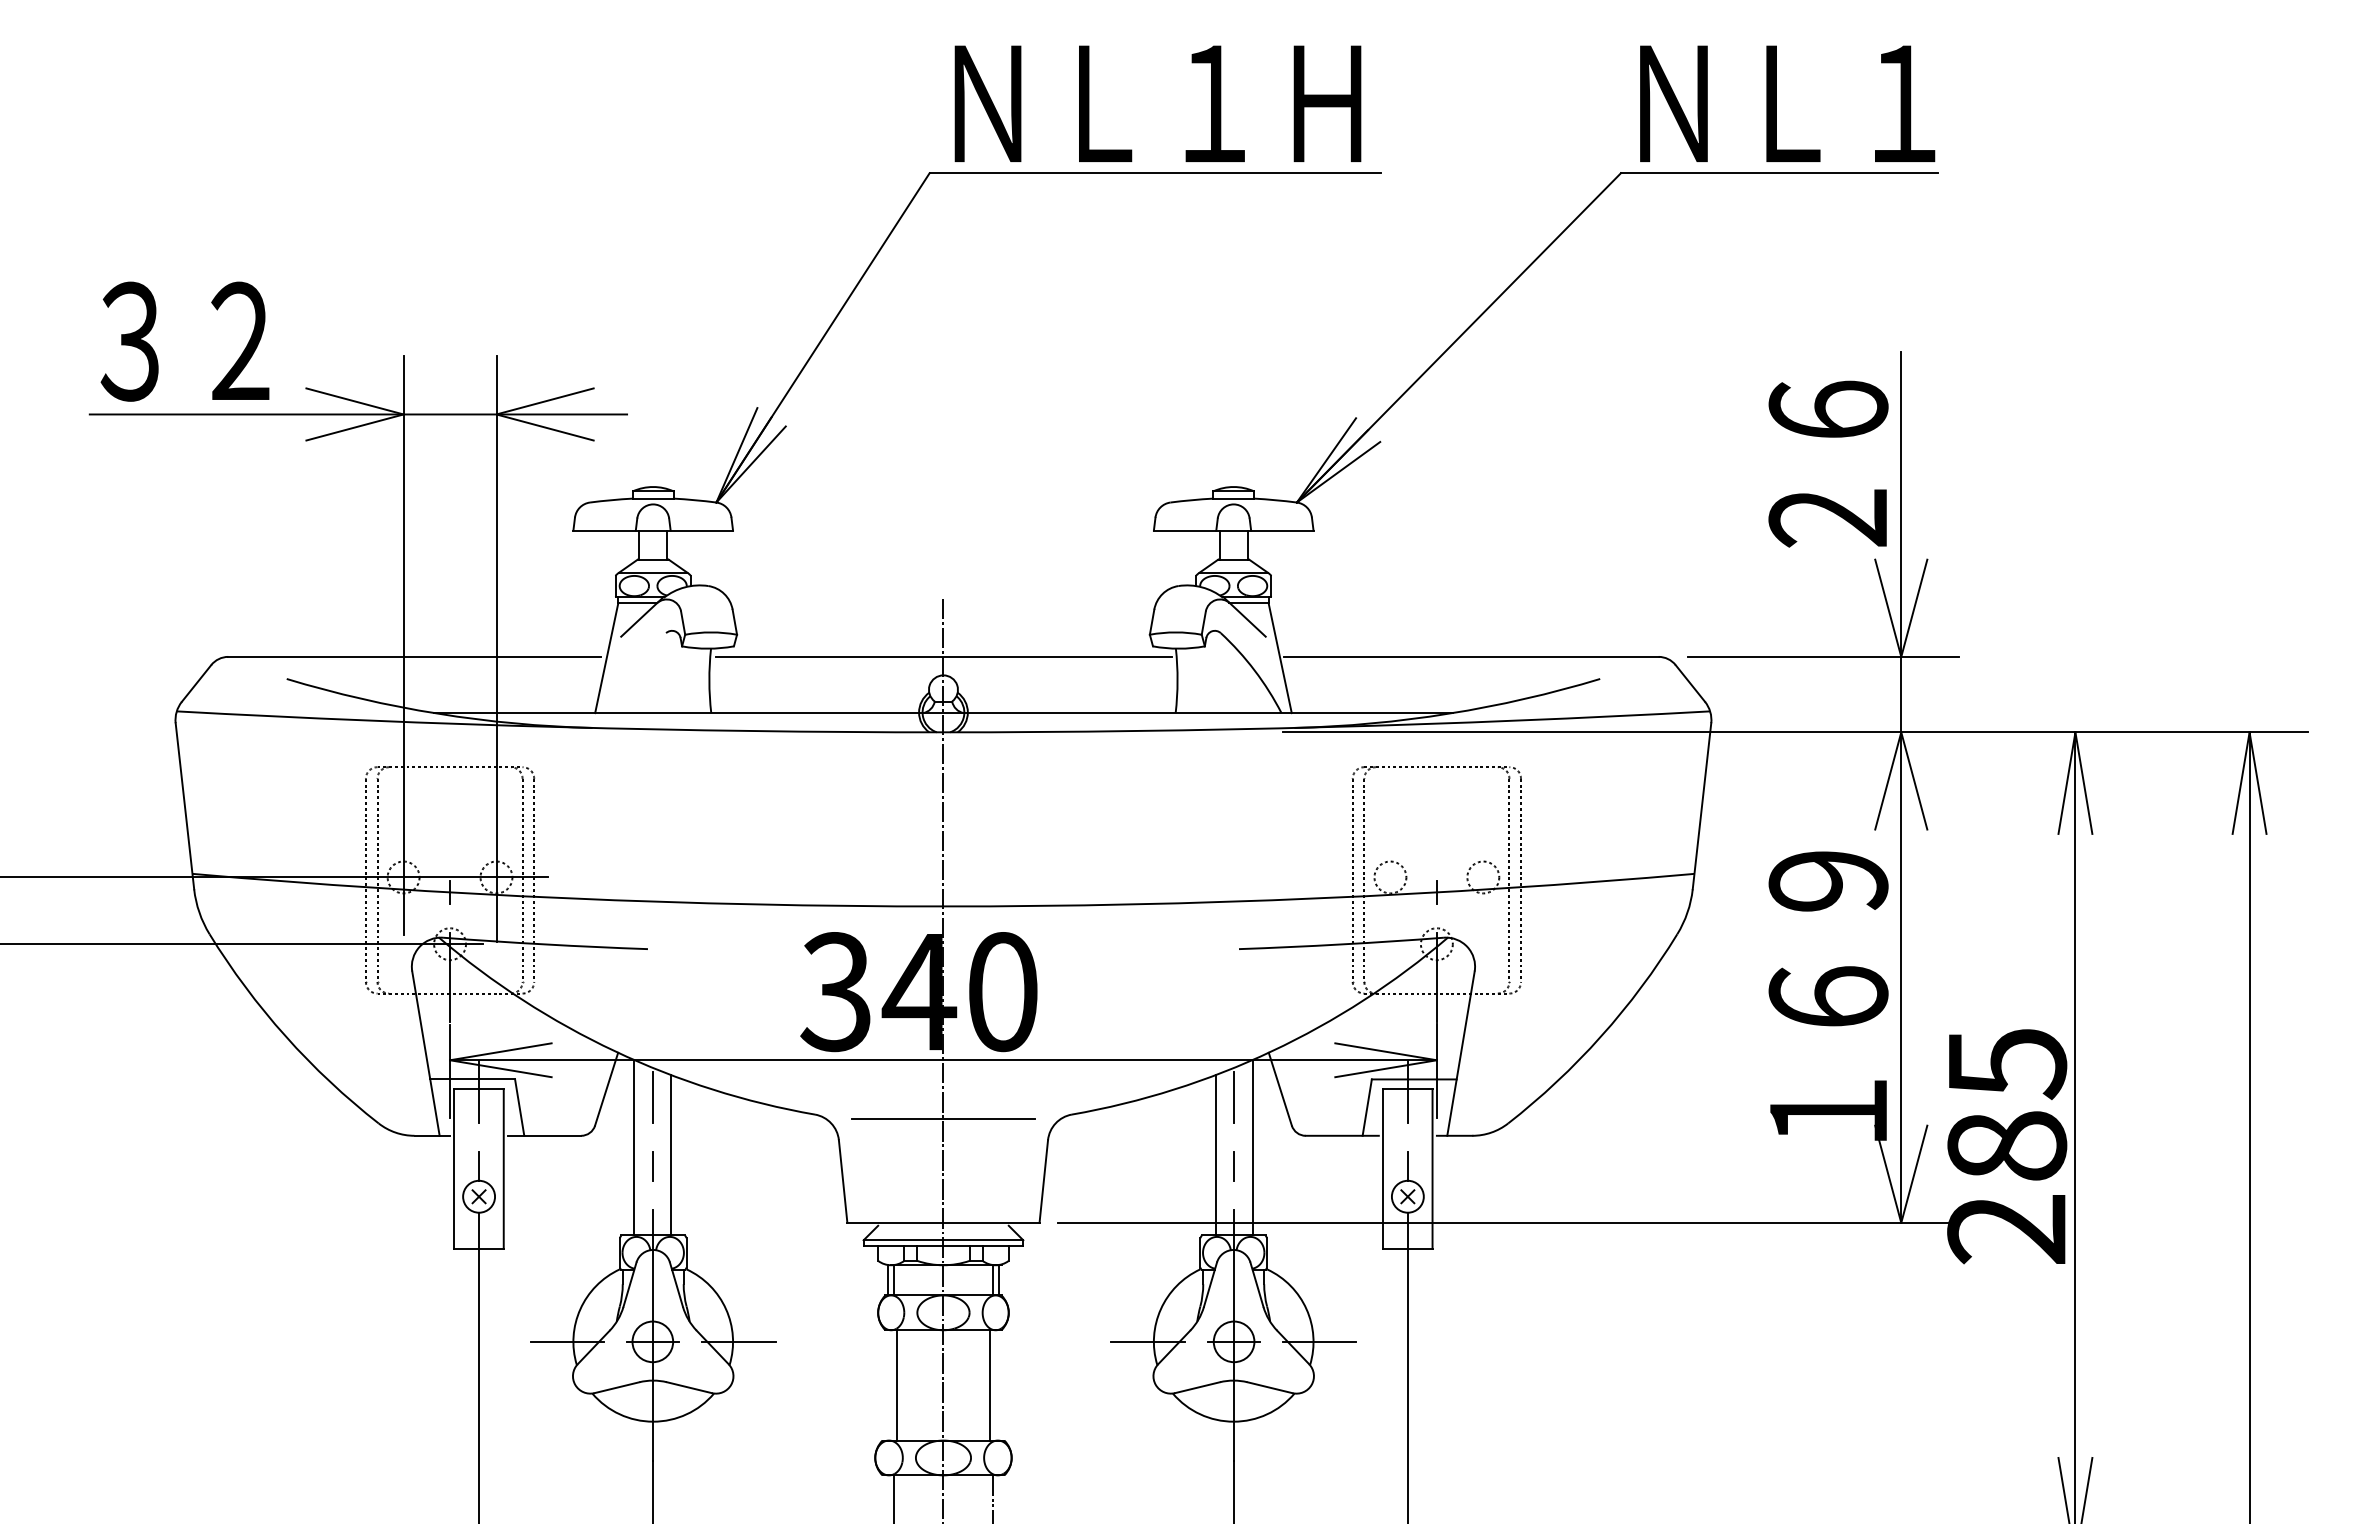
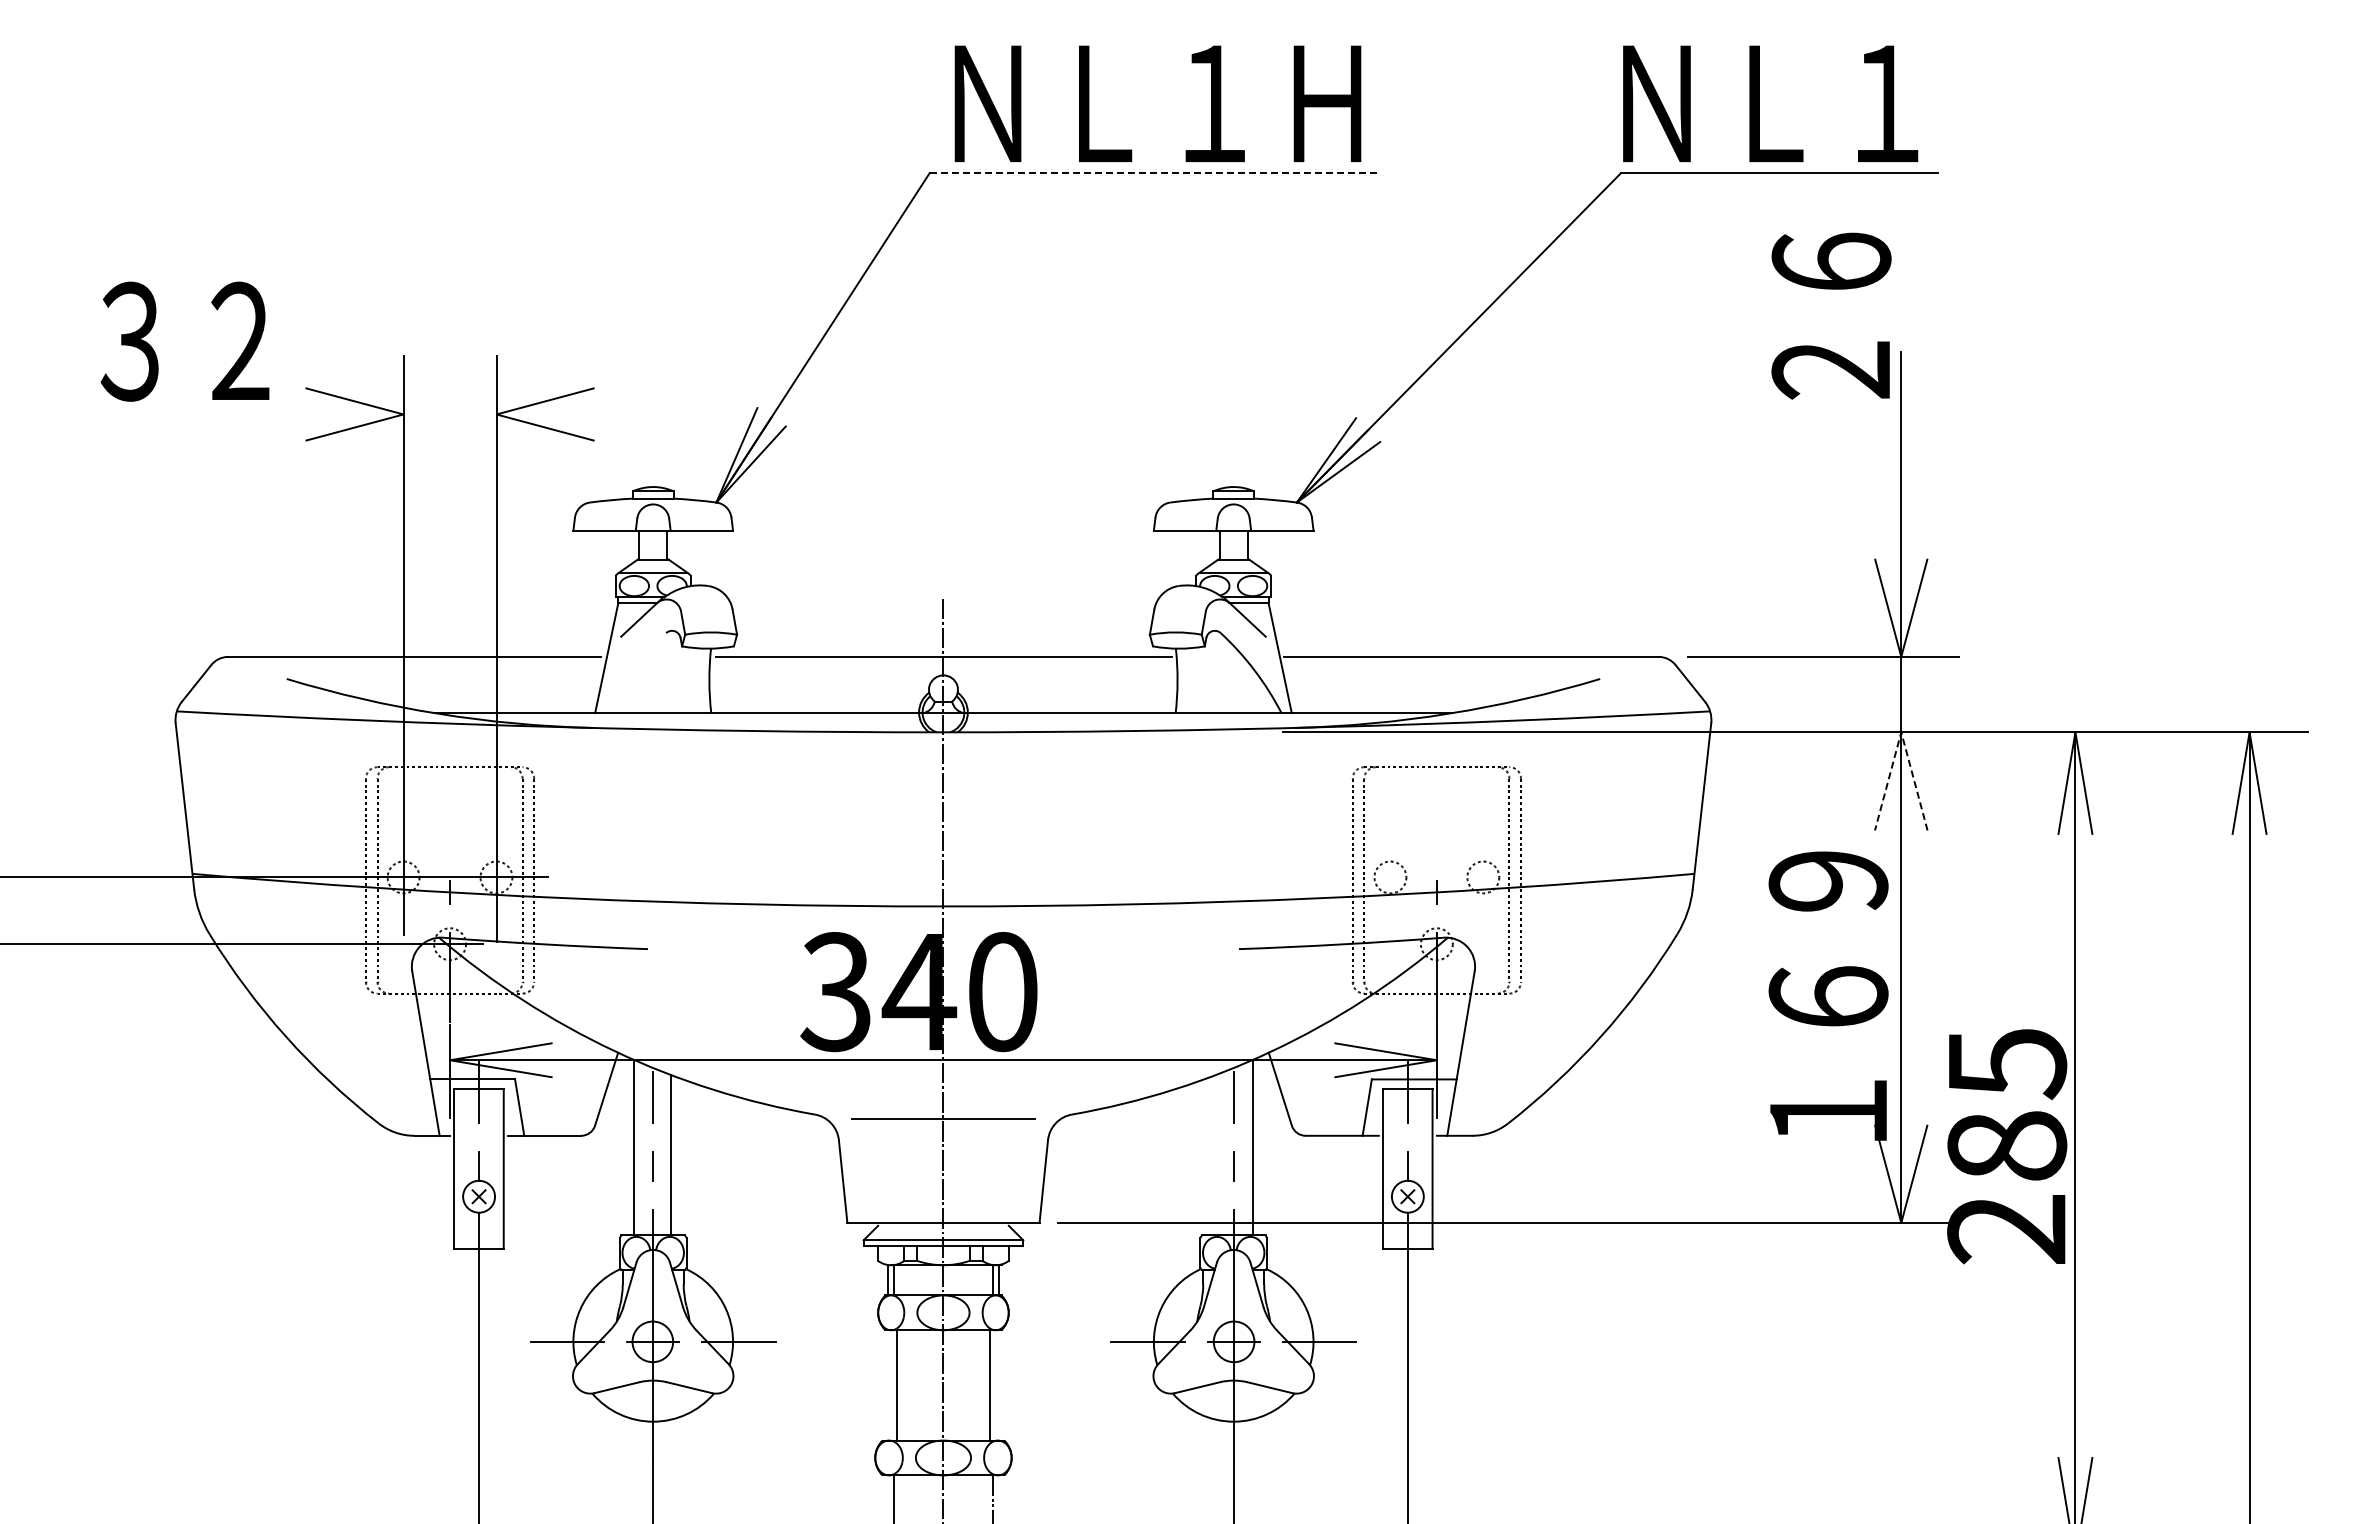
text at (1787, 103) position: (1787, 103) -> (1770, 103)
line at (1155, 173): solid -> dashed
line at (358, 414): present -> none
text at (1828, 463) position: (1828, 463) -> (1831, 315)
line at (1901, 732): solid -> dashed
line at (1215, 1155): present -> none
